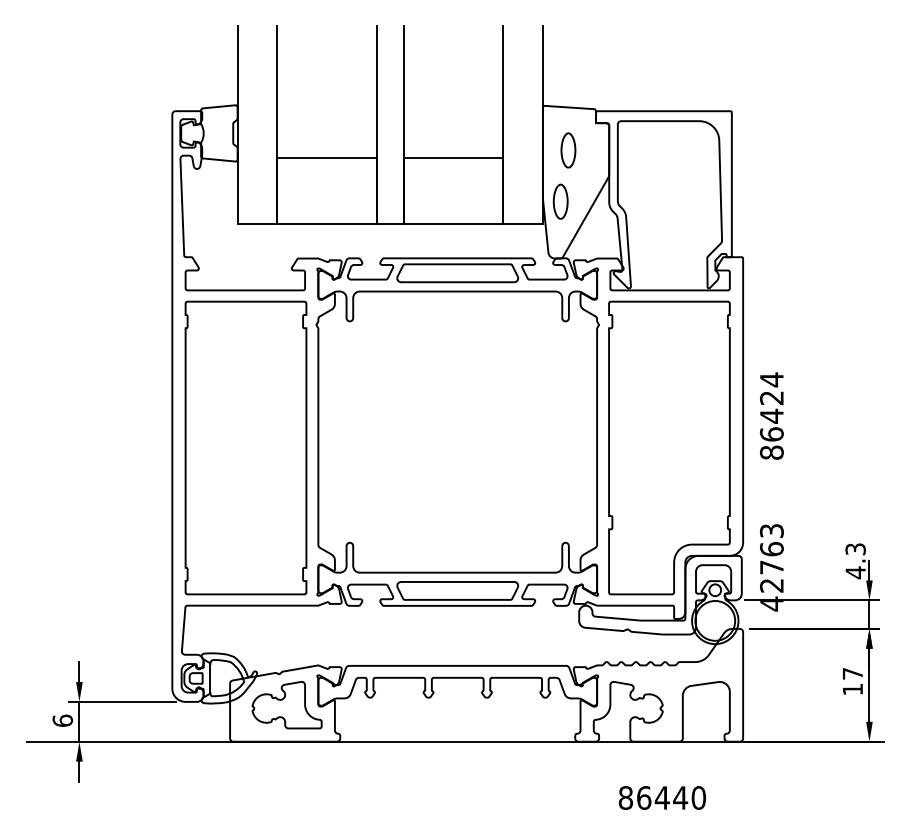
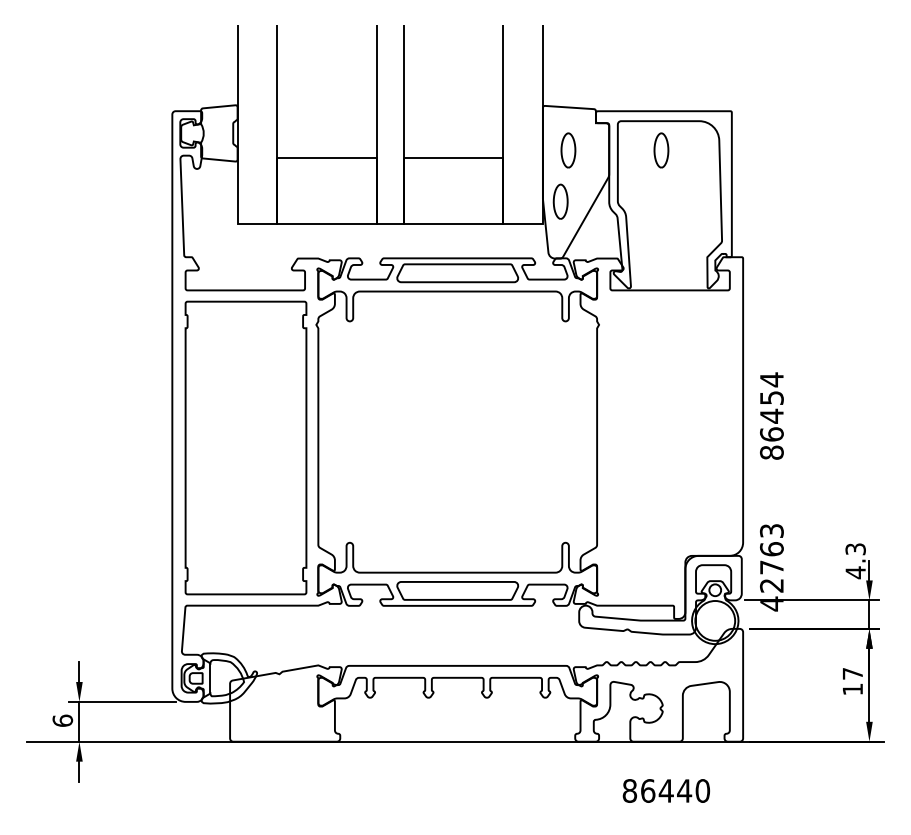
part at (661, 150): none -> present
text at (771, 397): 86424 -> 86454
part at (669, 447): present -> none
part at (286, 705): present -> none
text at (661, 797) position: (661, 797) -> (665, 790)
